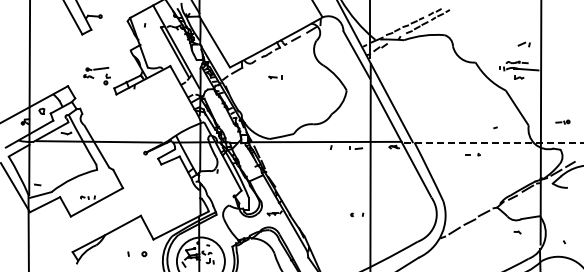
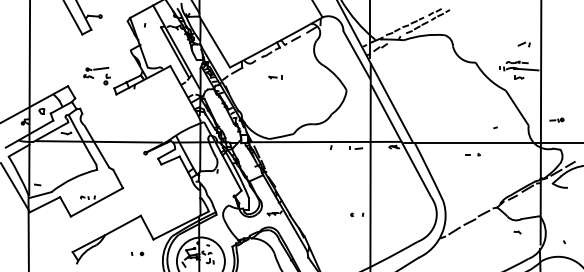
part at (562, 121) position: (562, 121) -> (556, 119)
line at (493, 142): dashed -> solid
part at (137, 254) size: 21x7 px -> 14x5 px
